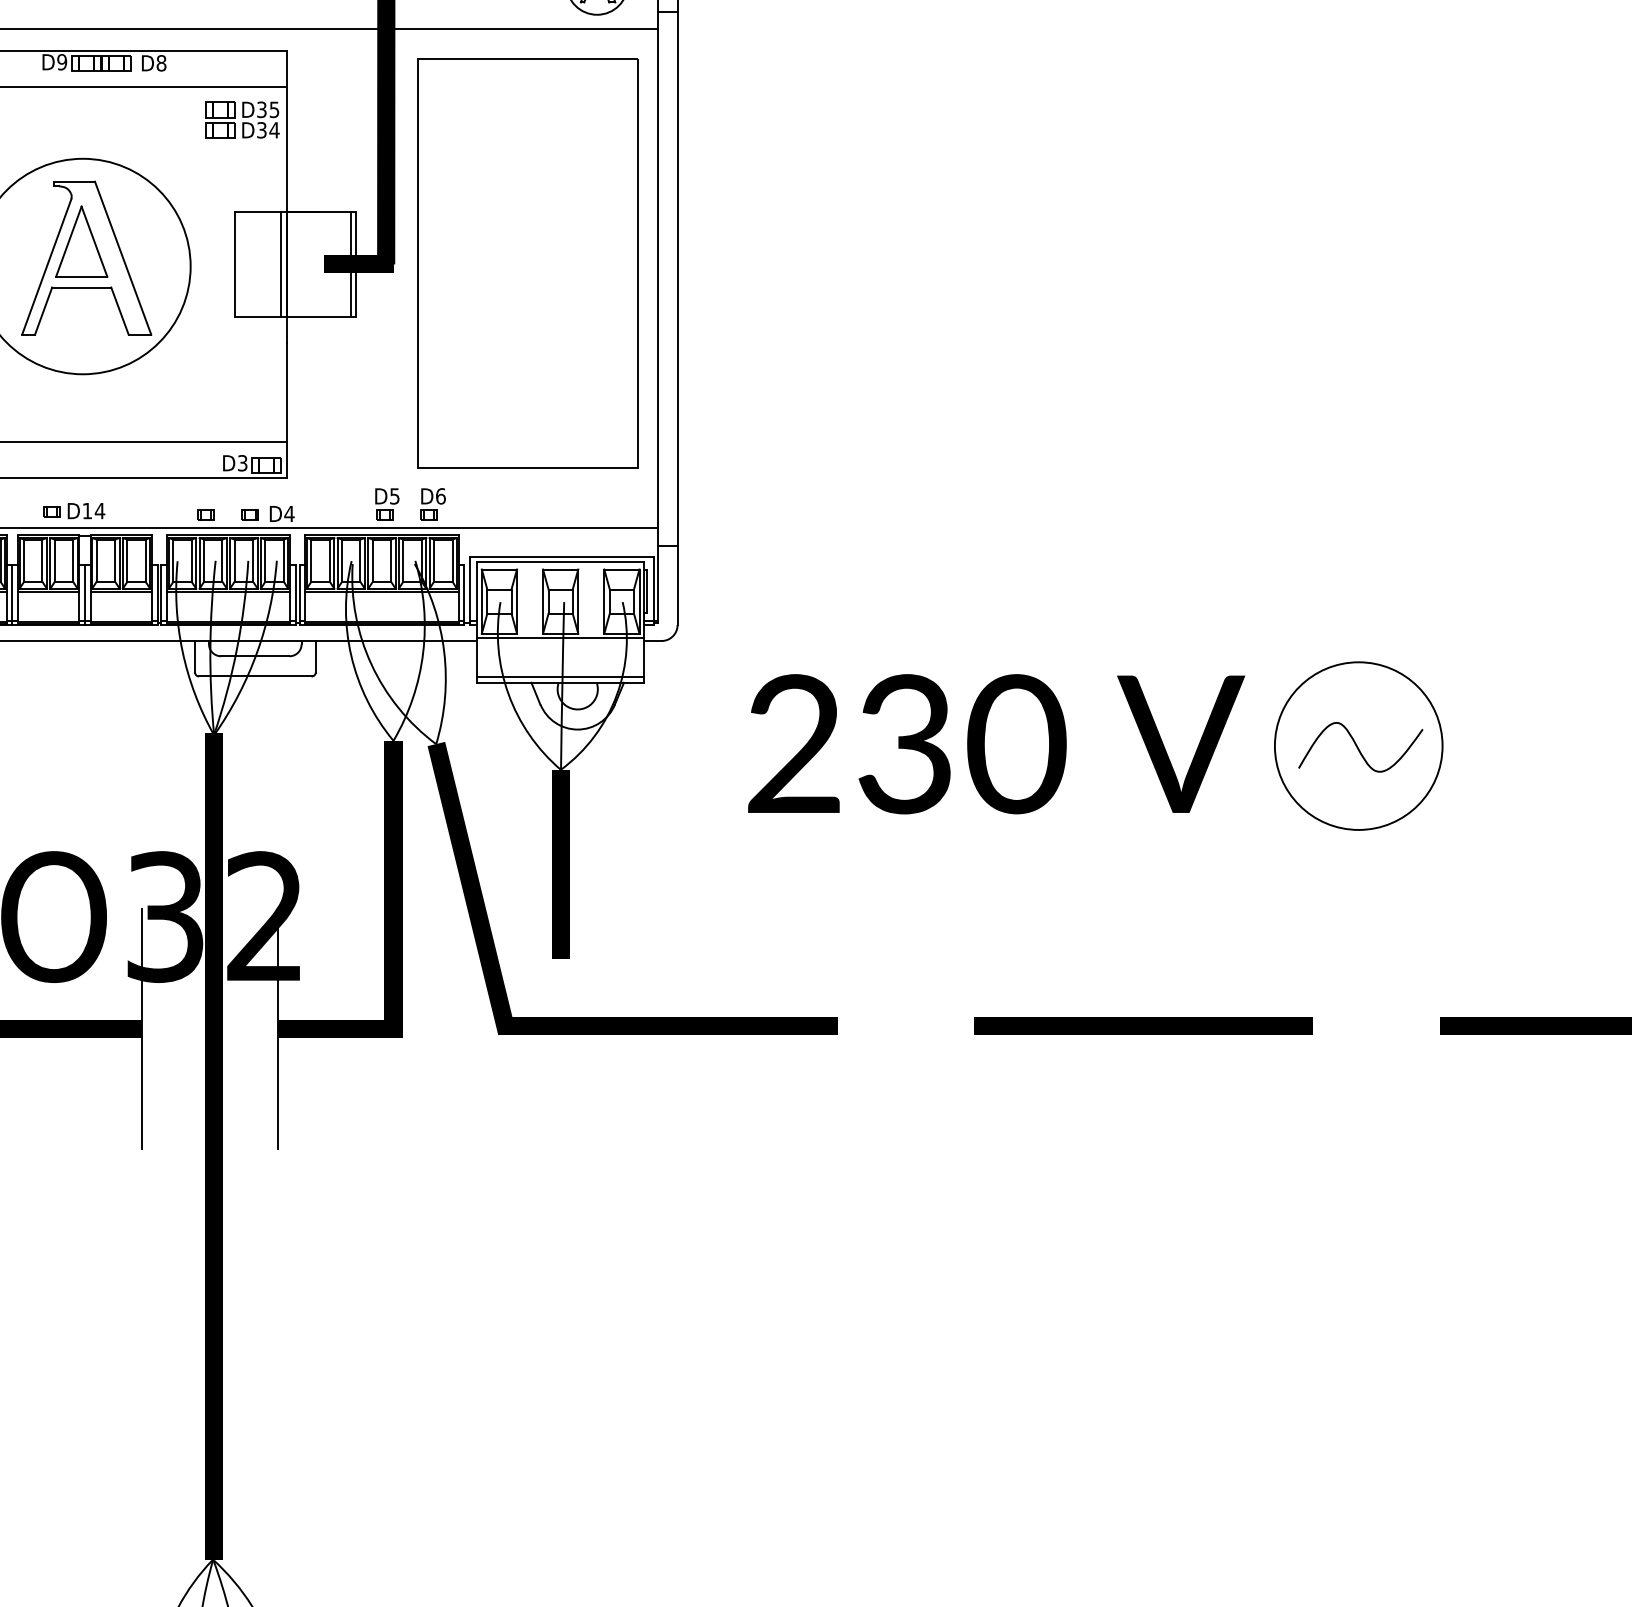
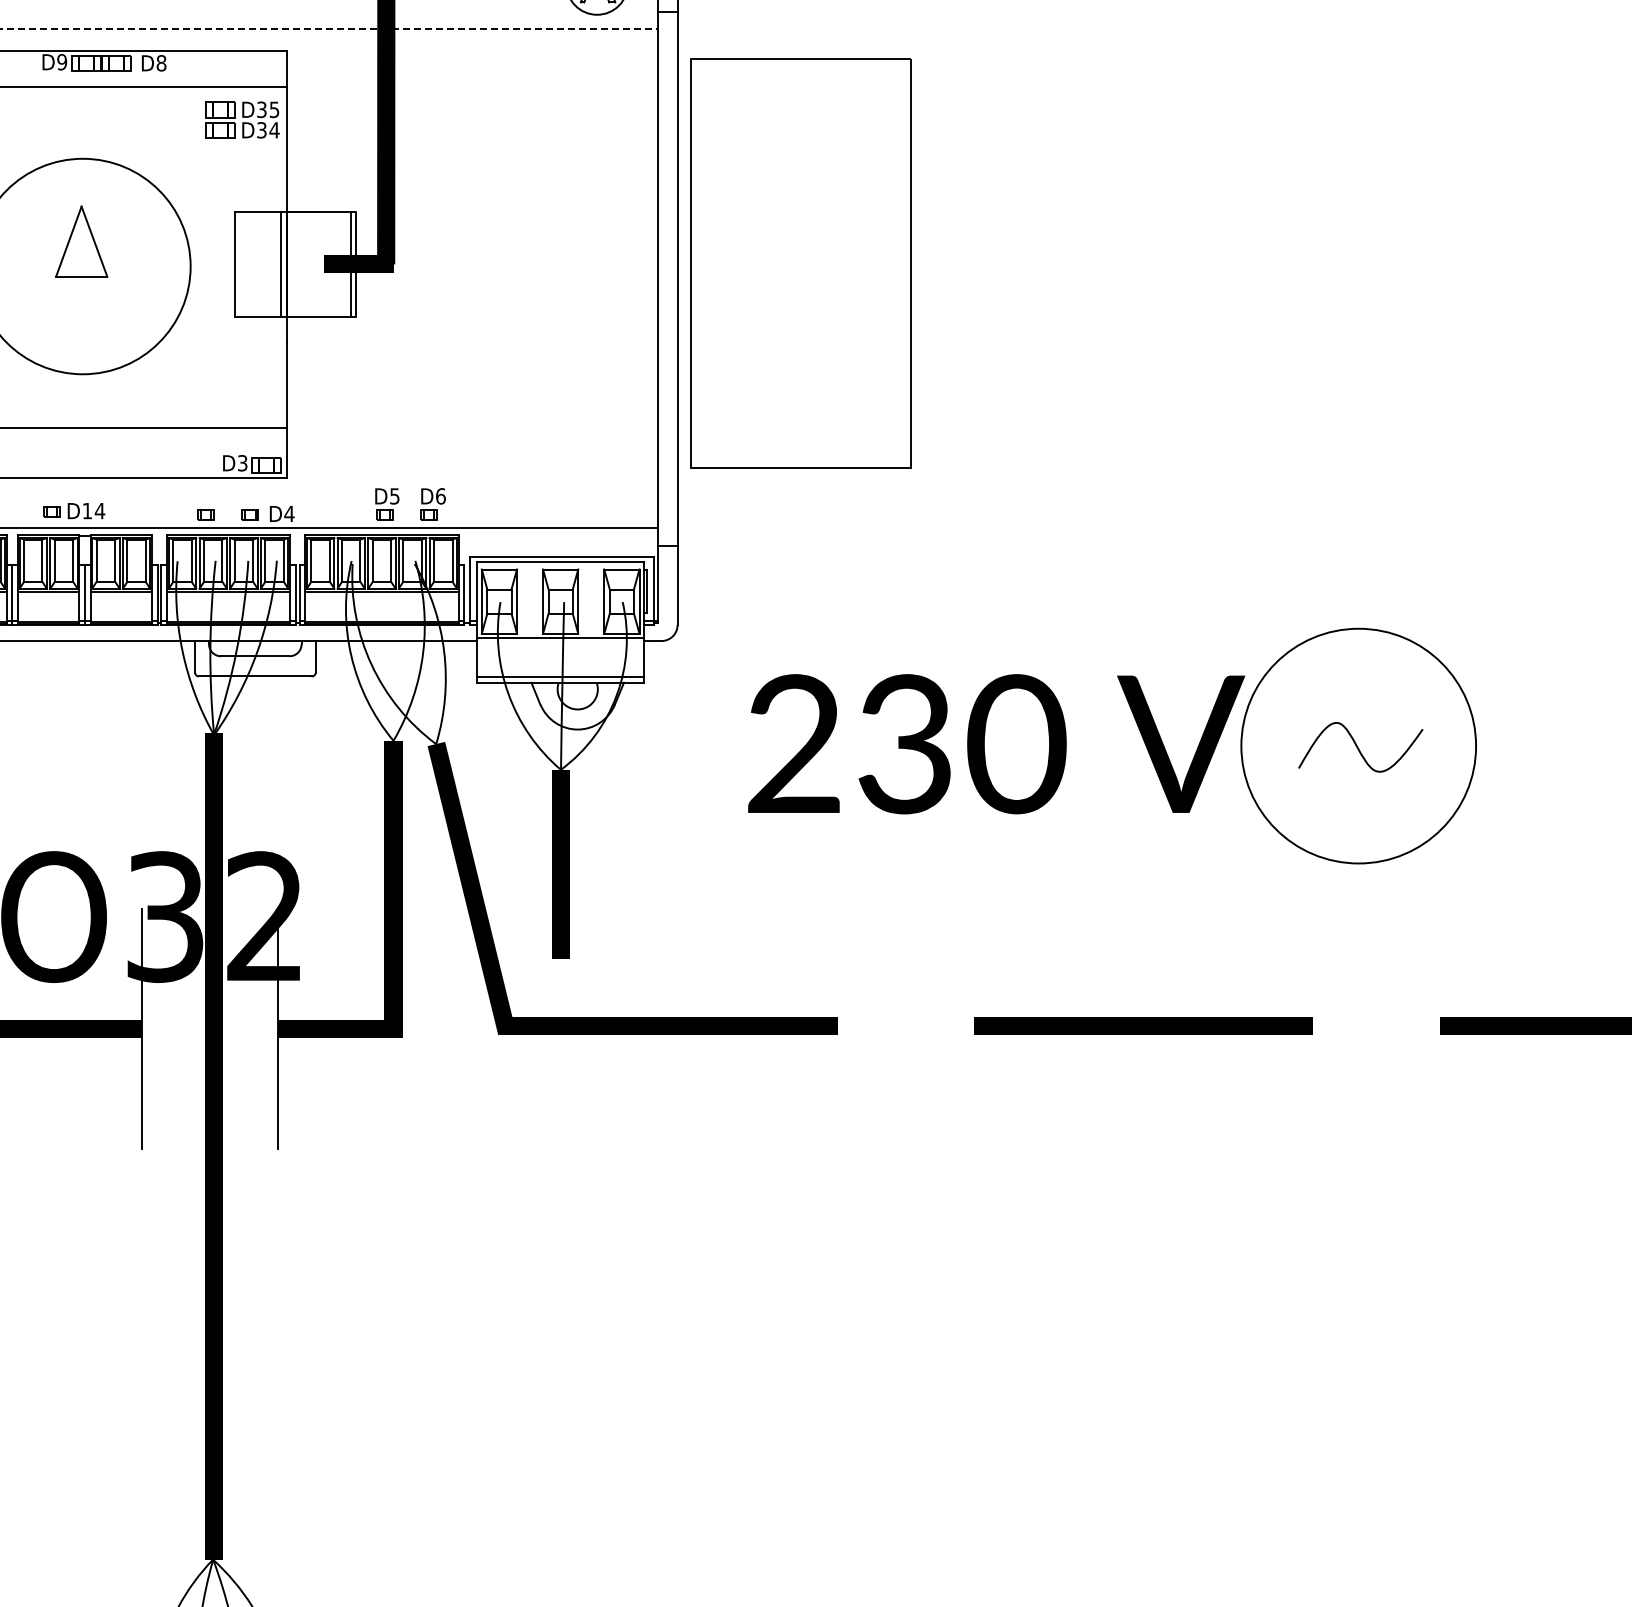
line at (329, 29): solid -> dashed
part at (86, 257): present -> none
part at (527, 263) position: (527, 263) -> (800, 263)
line at (144, 441) position: (144, 441) -> (144, 427)
circle at (1358, 745) diameter: 168 px -> 235 px
